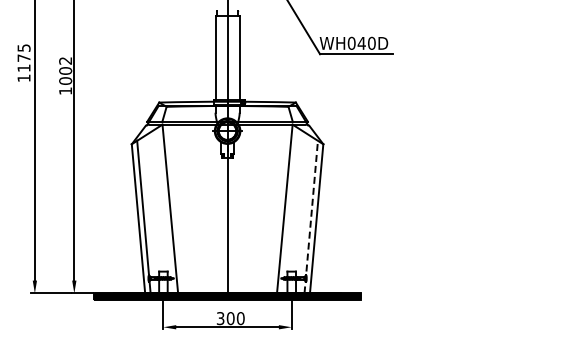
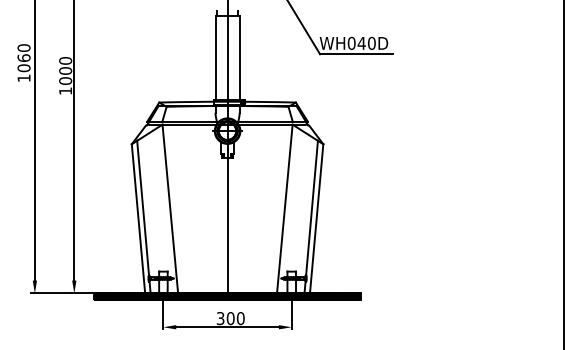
text at (23, 58): 1175 -> 1060
text at (65, 60): 1002 -> 1000
line at (563, 174): none -> present
line at (311, 217): dashed -> solid
